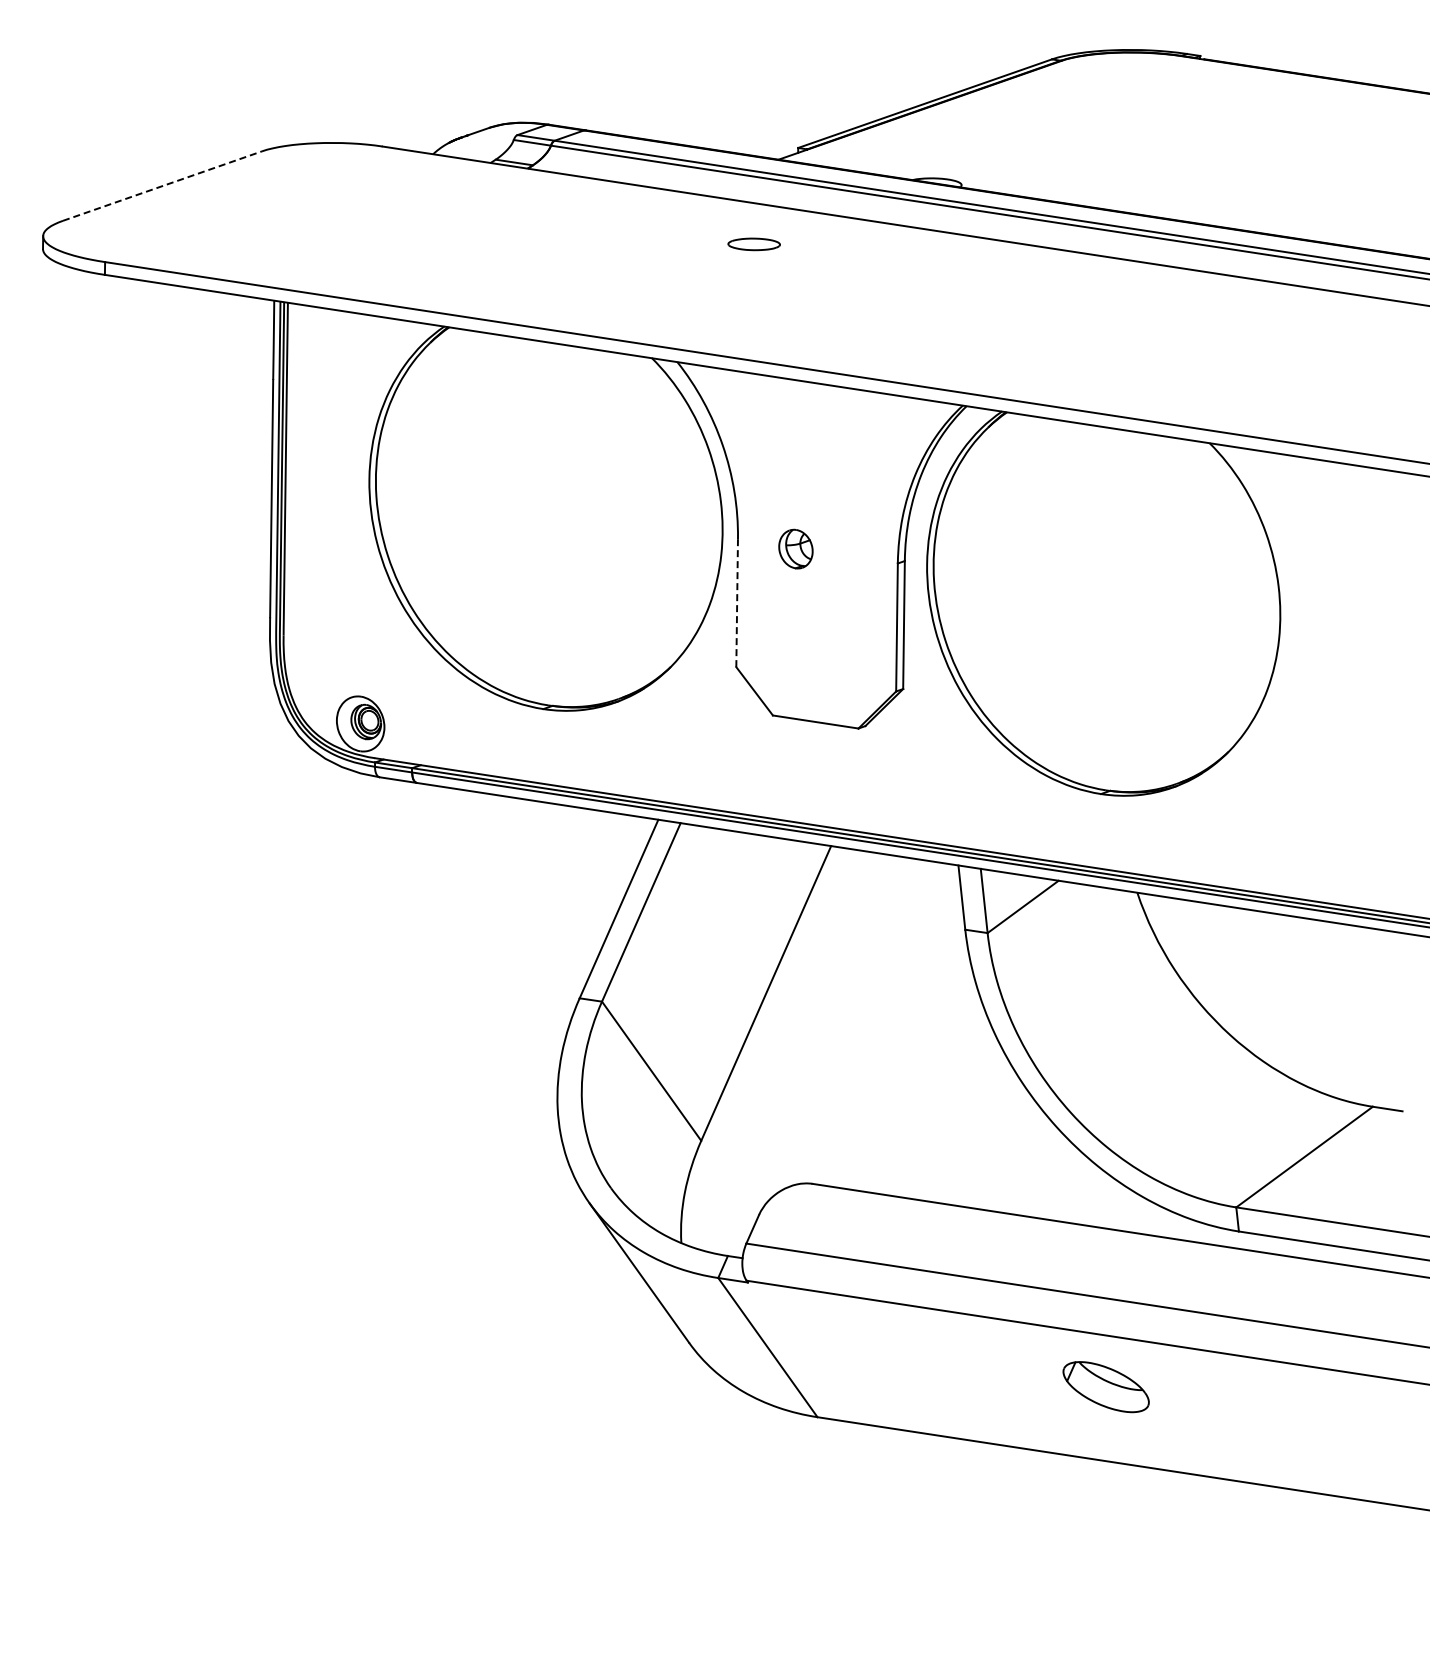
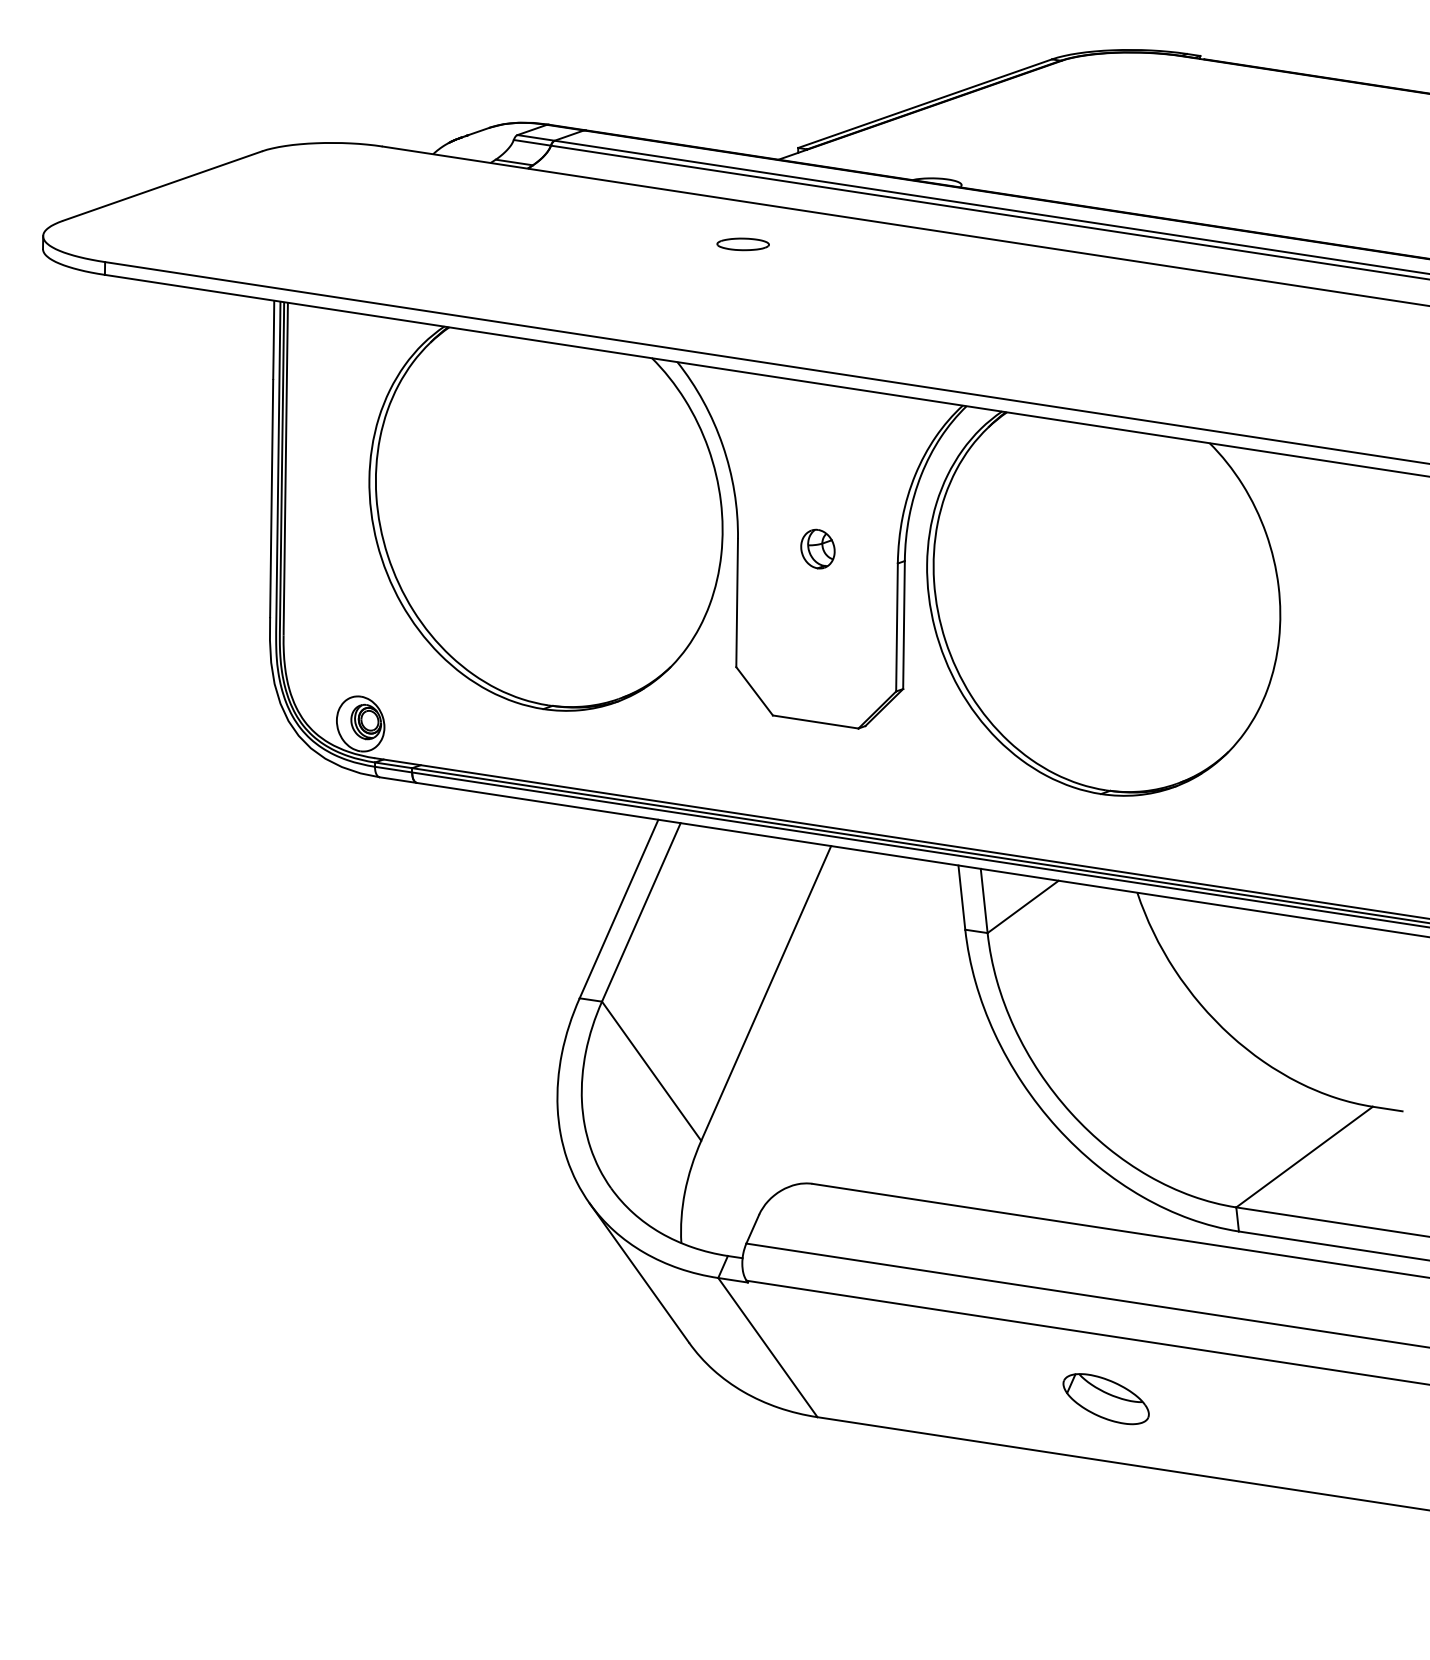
line at (162, 185): dashed -> solid
part at (753, 244) position: (753, 244) -> (742, 244)
part at (795, 548) position: (795, 548) -> (817, 548)
line at (737, 603): dashed -> solid
part at (1105, 1387) position: (1105, 1387) -> (1105, 1399)
